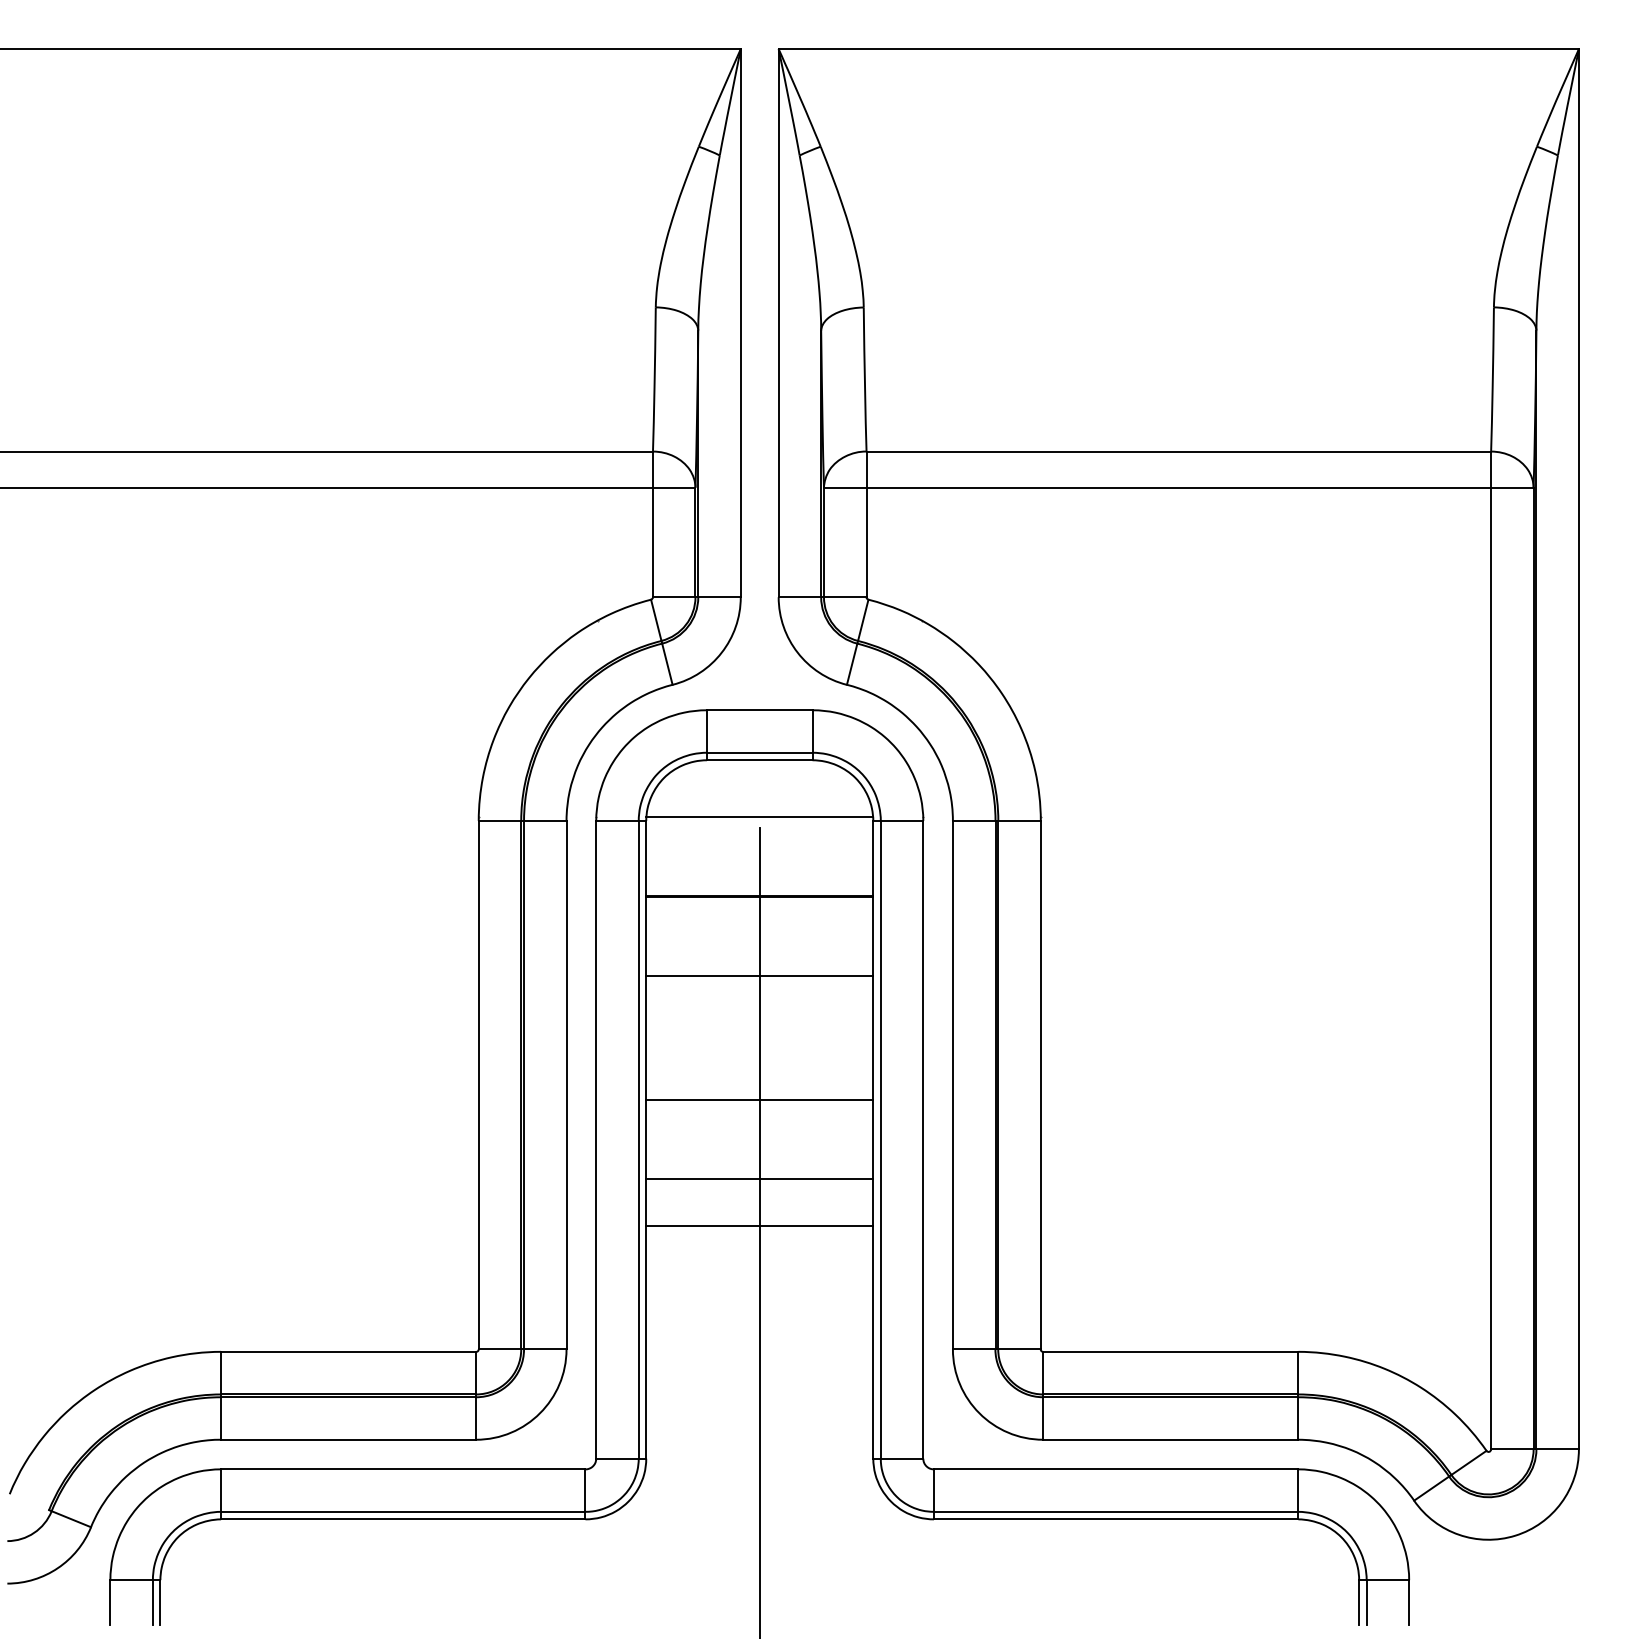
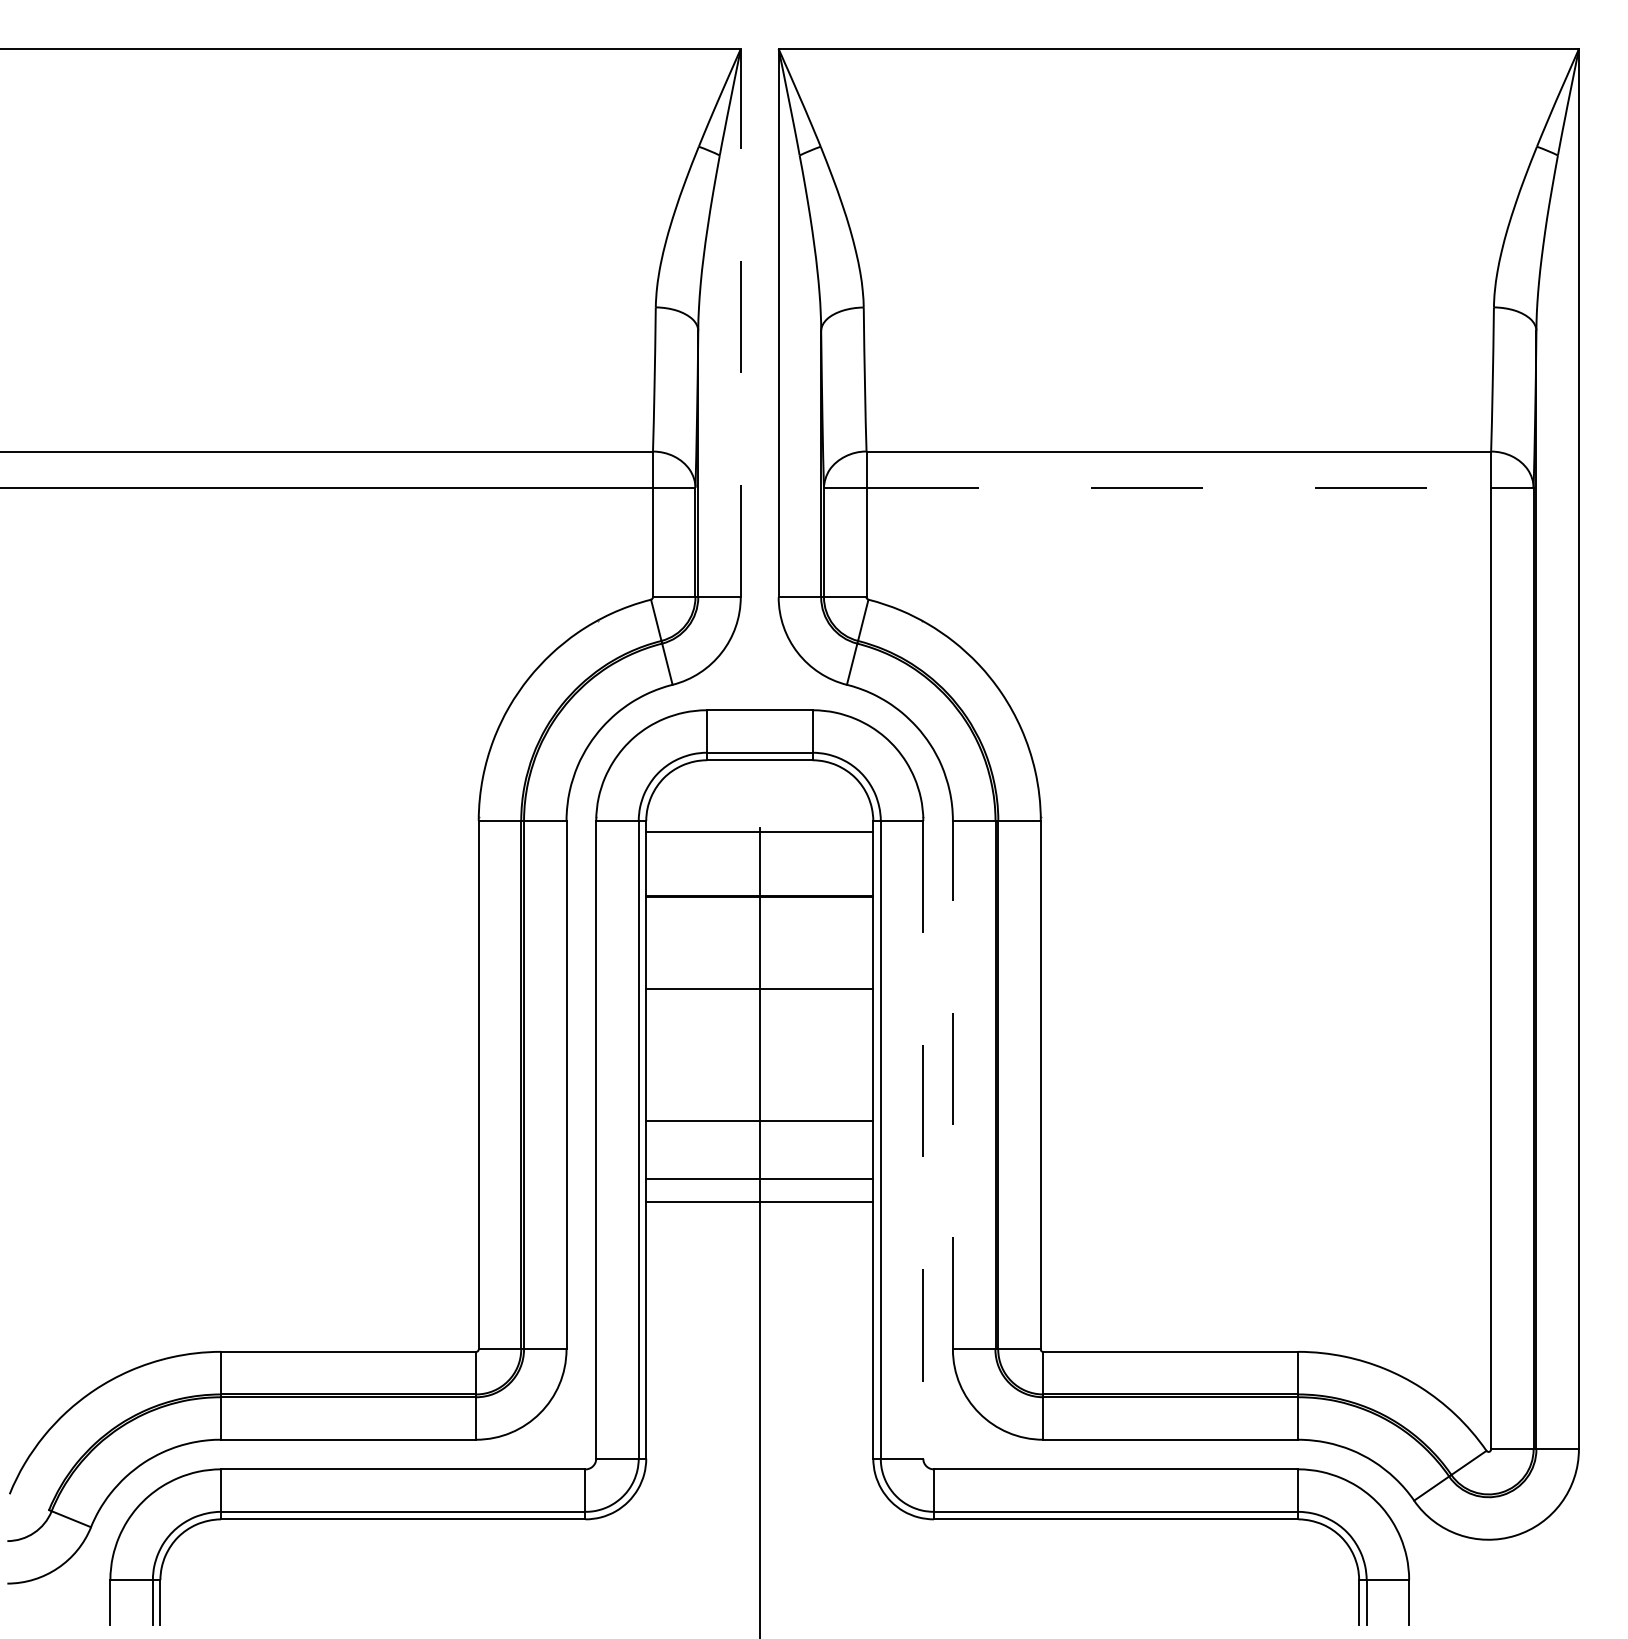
line at (740, 322): solid -> dashed
line at (1179, 487): solid -> dashed
line at (759, 816) position: (759, 816) -> (759, 831)
line at (759, 976) position: (759, 976) -> (759, 989)
line at (952, 1084): solid -> dashed
line at (759, 1100) position: (759, 1100) -> (759, 1121)
line at (923, 1139): solid -> dashed
line at (759, 1226) position: (759, 1226) -> (759, 1202)
